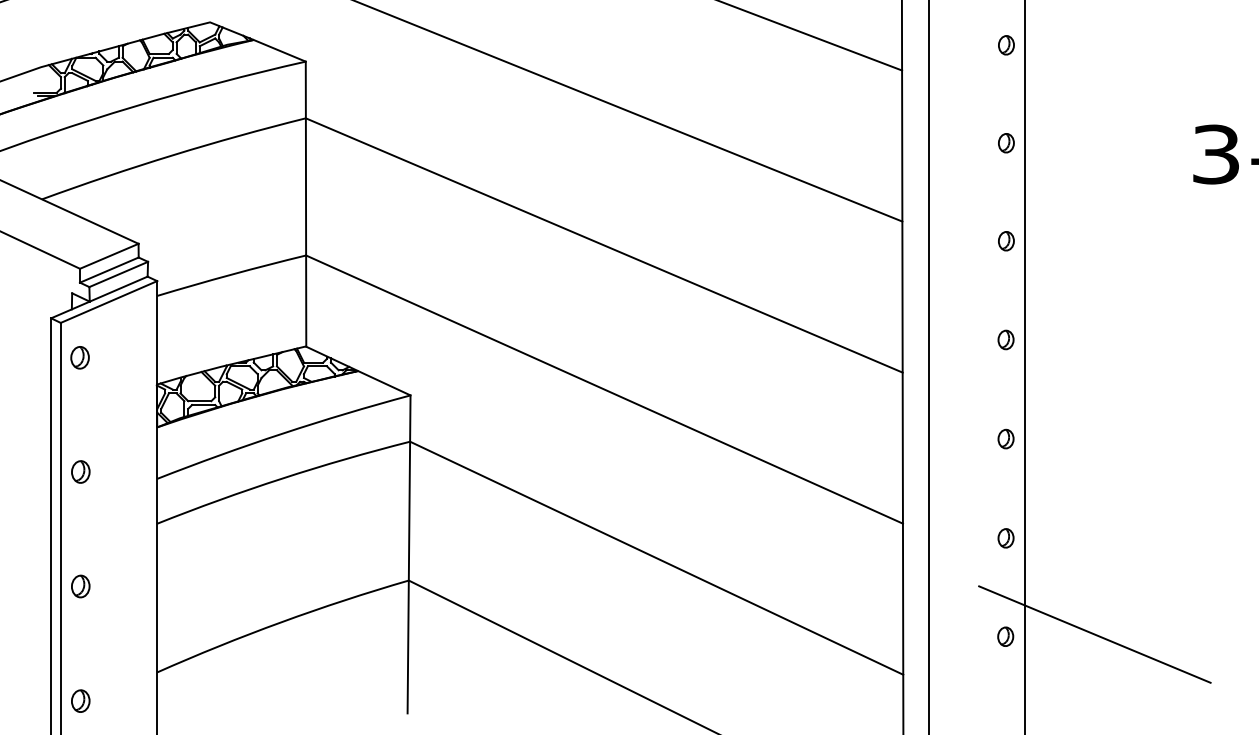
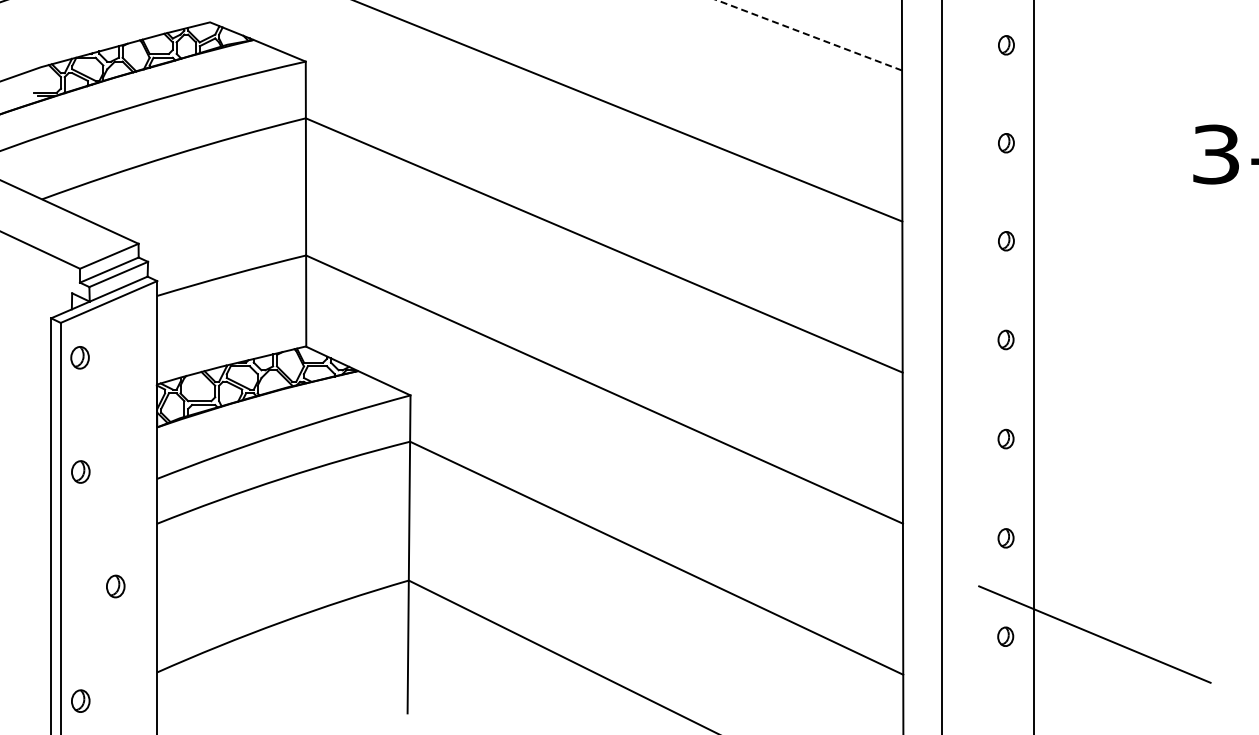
line at (809, 35): solid -> dashed
line at (928, 366) position: (928, 366) -> (941, 366)
line at (1025, 366) position: (1025, 366) -> (1034, 366)
part at (80, 586) position: (80, 586) -> (115, 586)
